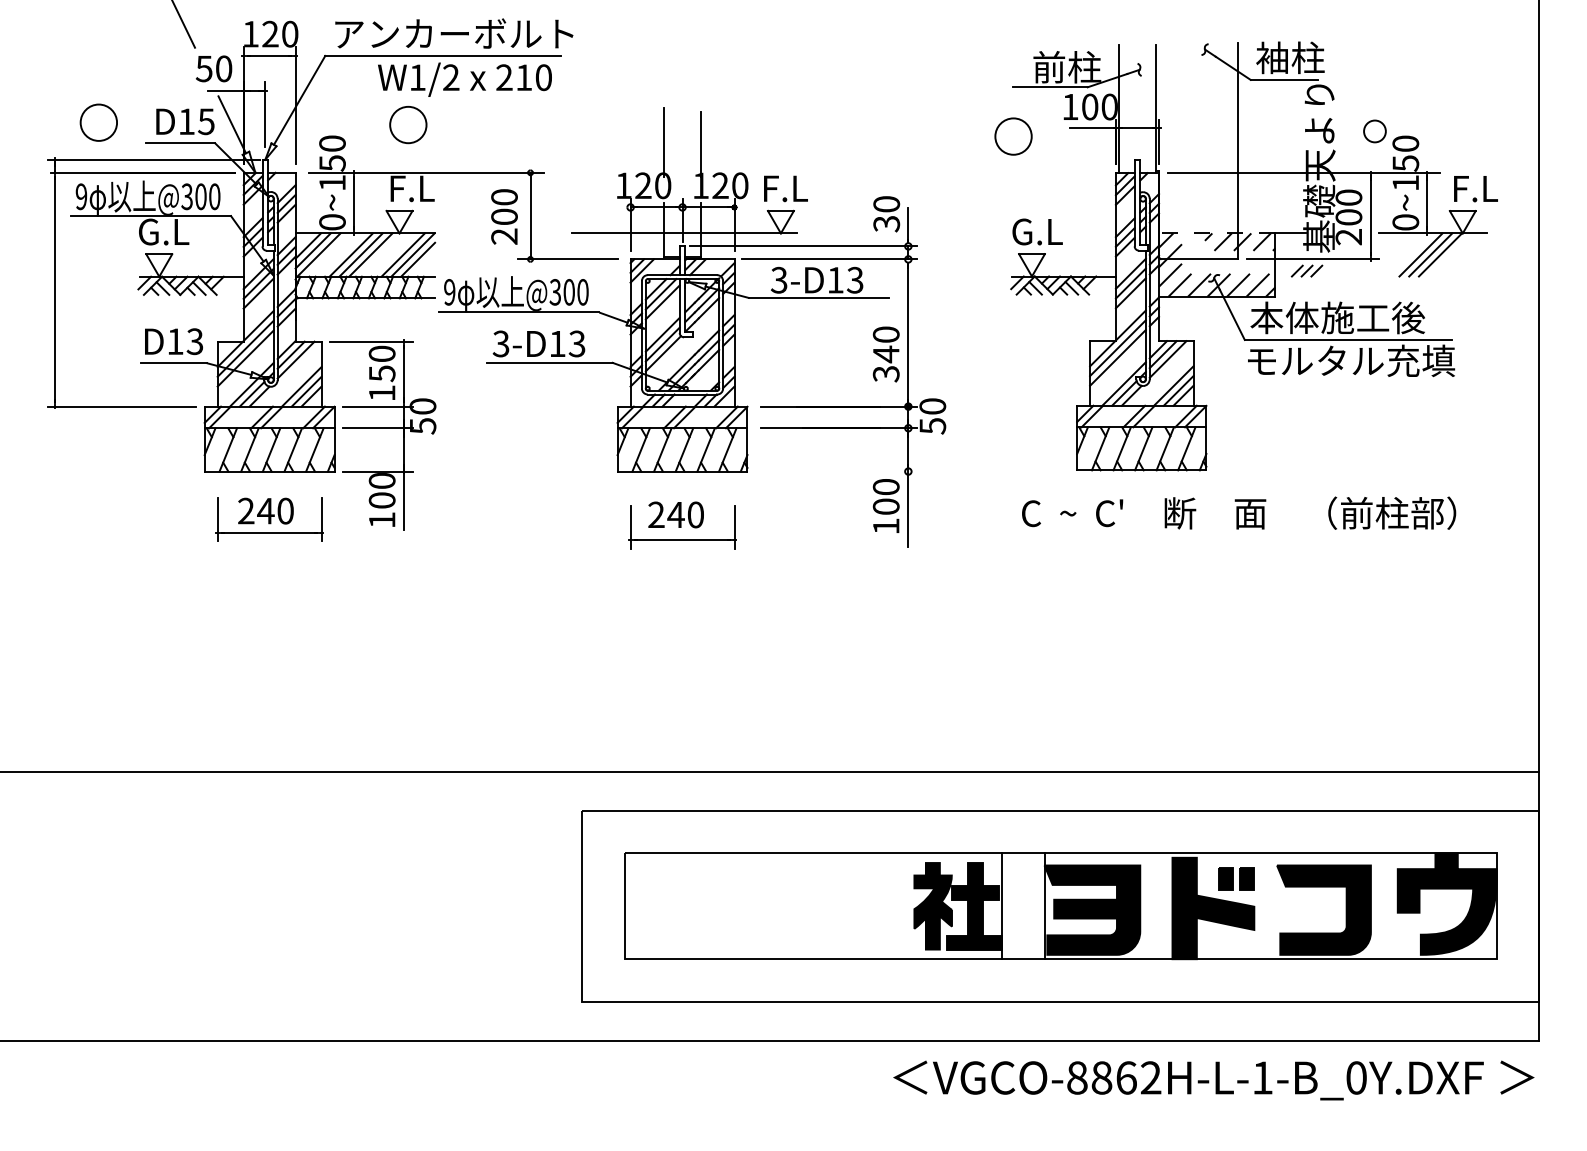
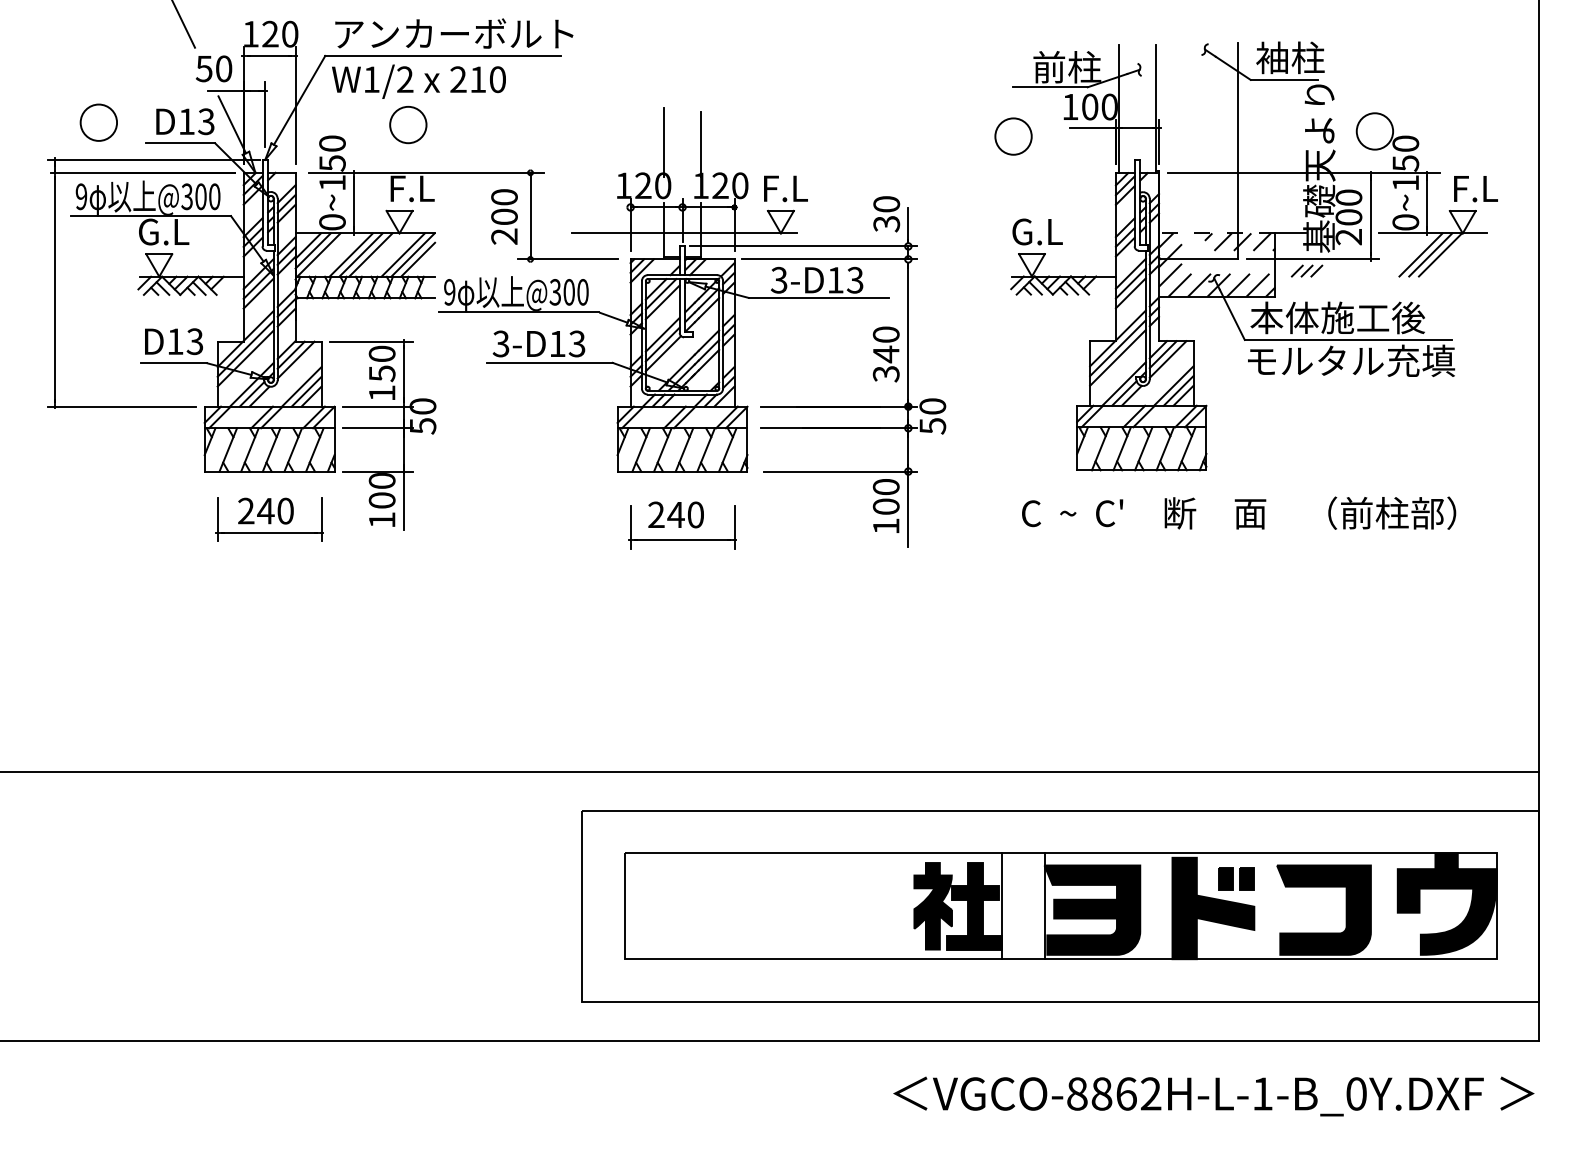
text at (464, 79) position: (464, 79) -> (418, 81)
text at (206, 121): D15 -> D13
circle at (1374, 131) diameter: 22 px -> 36 px
line at (840, 471): none -> present
text at (1213, 1080) position: (1213, 1080) -> (1213, 1096)
